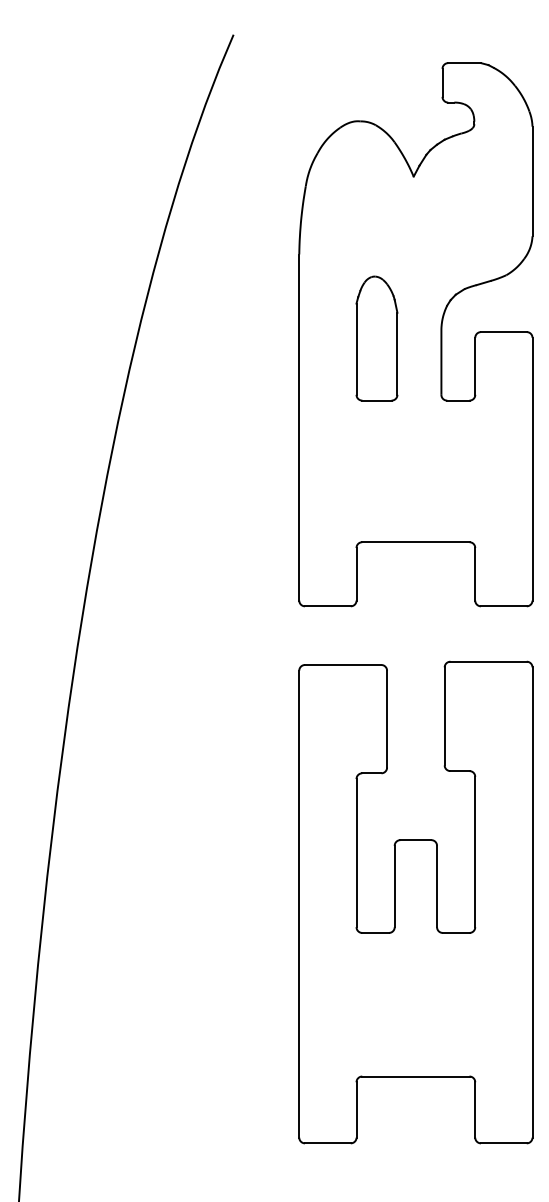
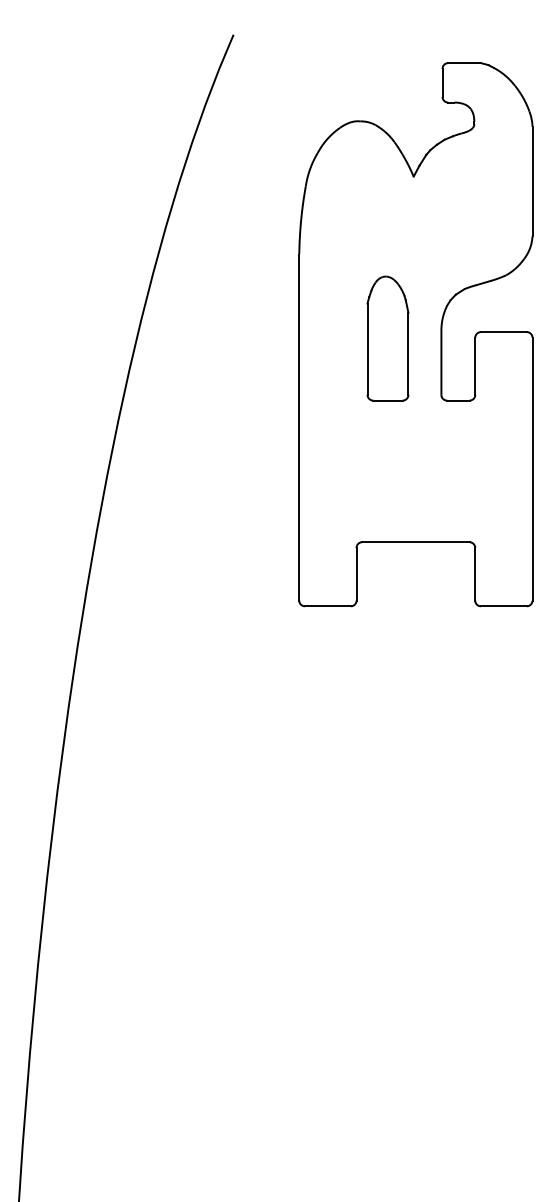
part at (376, 338) position: (376, 338) -> (387, 338)
part at (415, 902): present -> none
